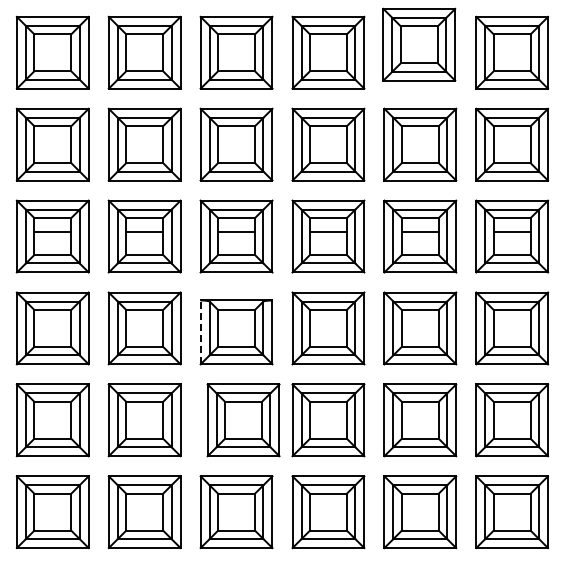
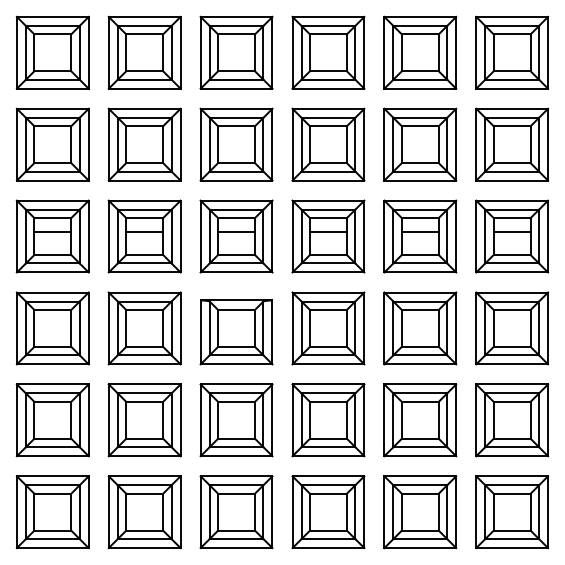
part at (419, 44) position: (419, 44) -> (420, 52)
line at (200, 332): dashed -> solid
part at (243, 420) position: (243, 420) -> (236, 420)
